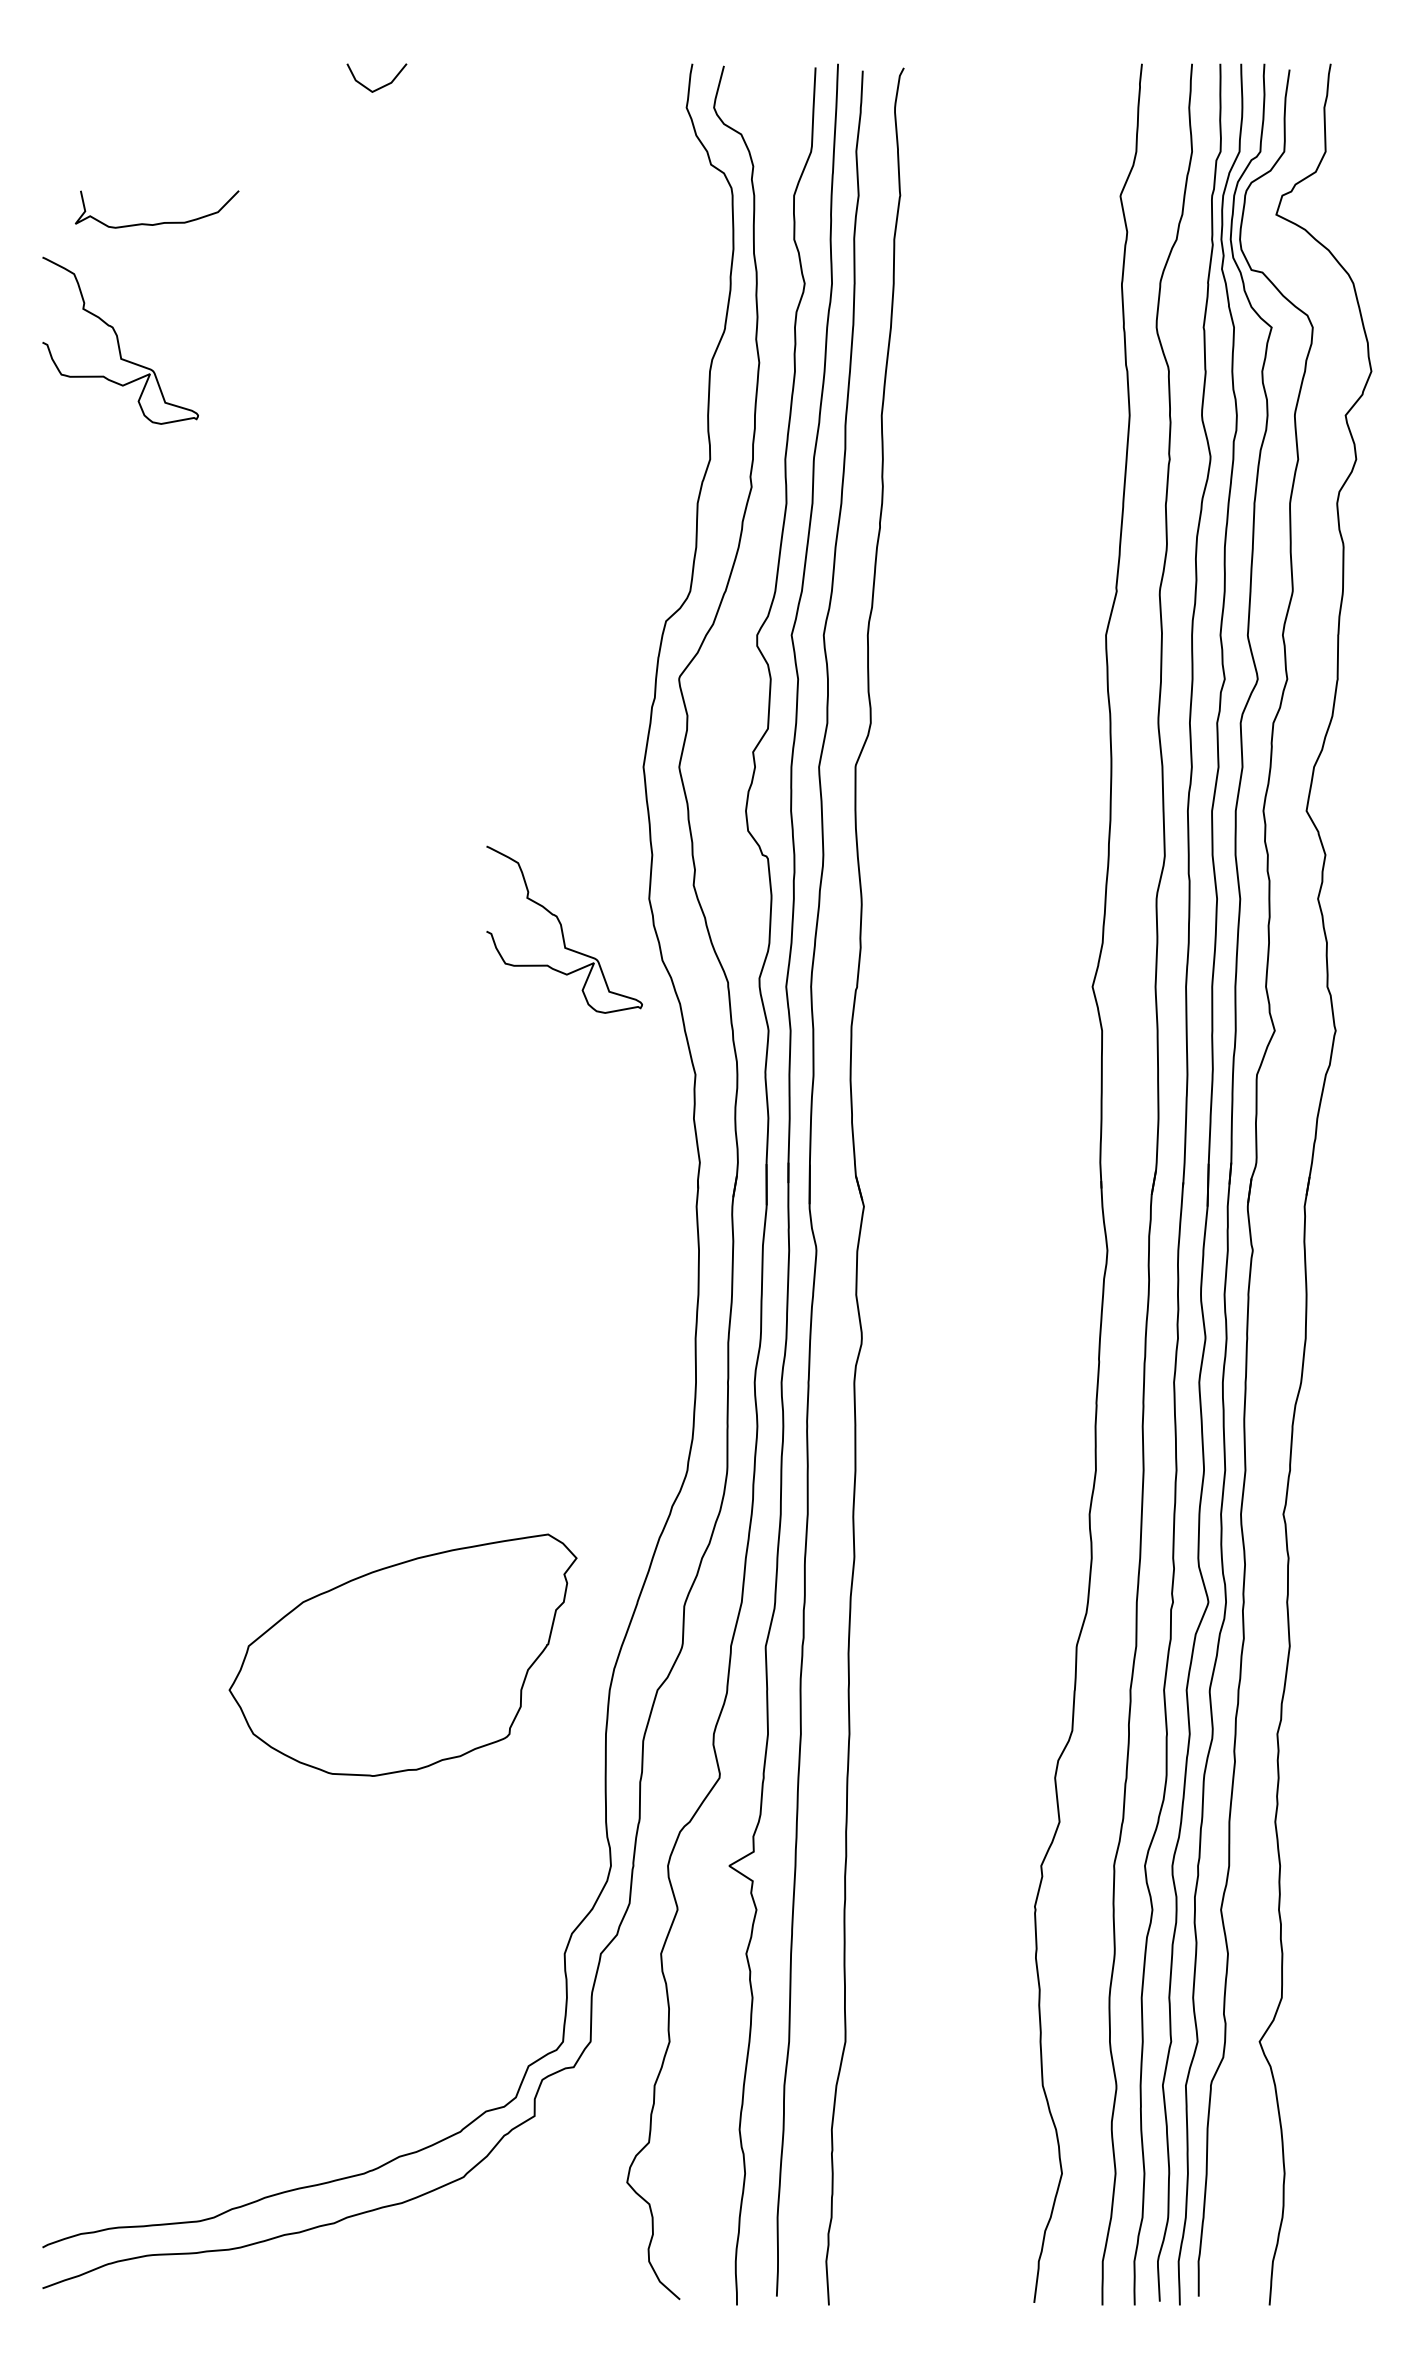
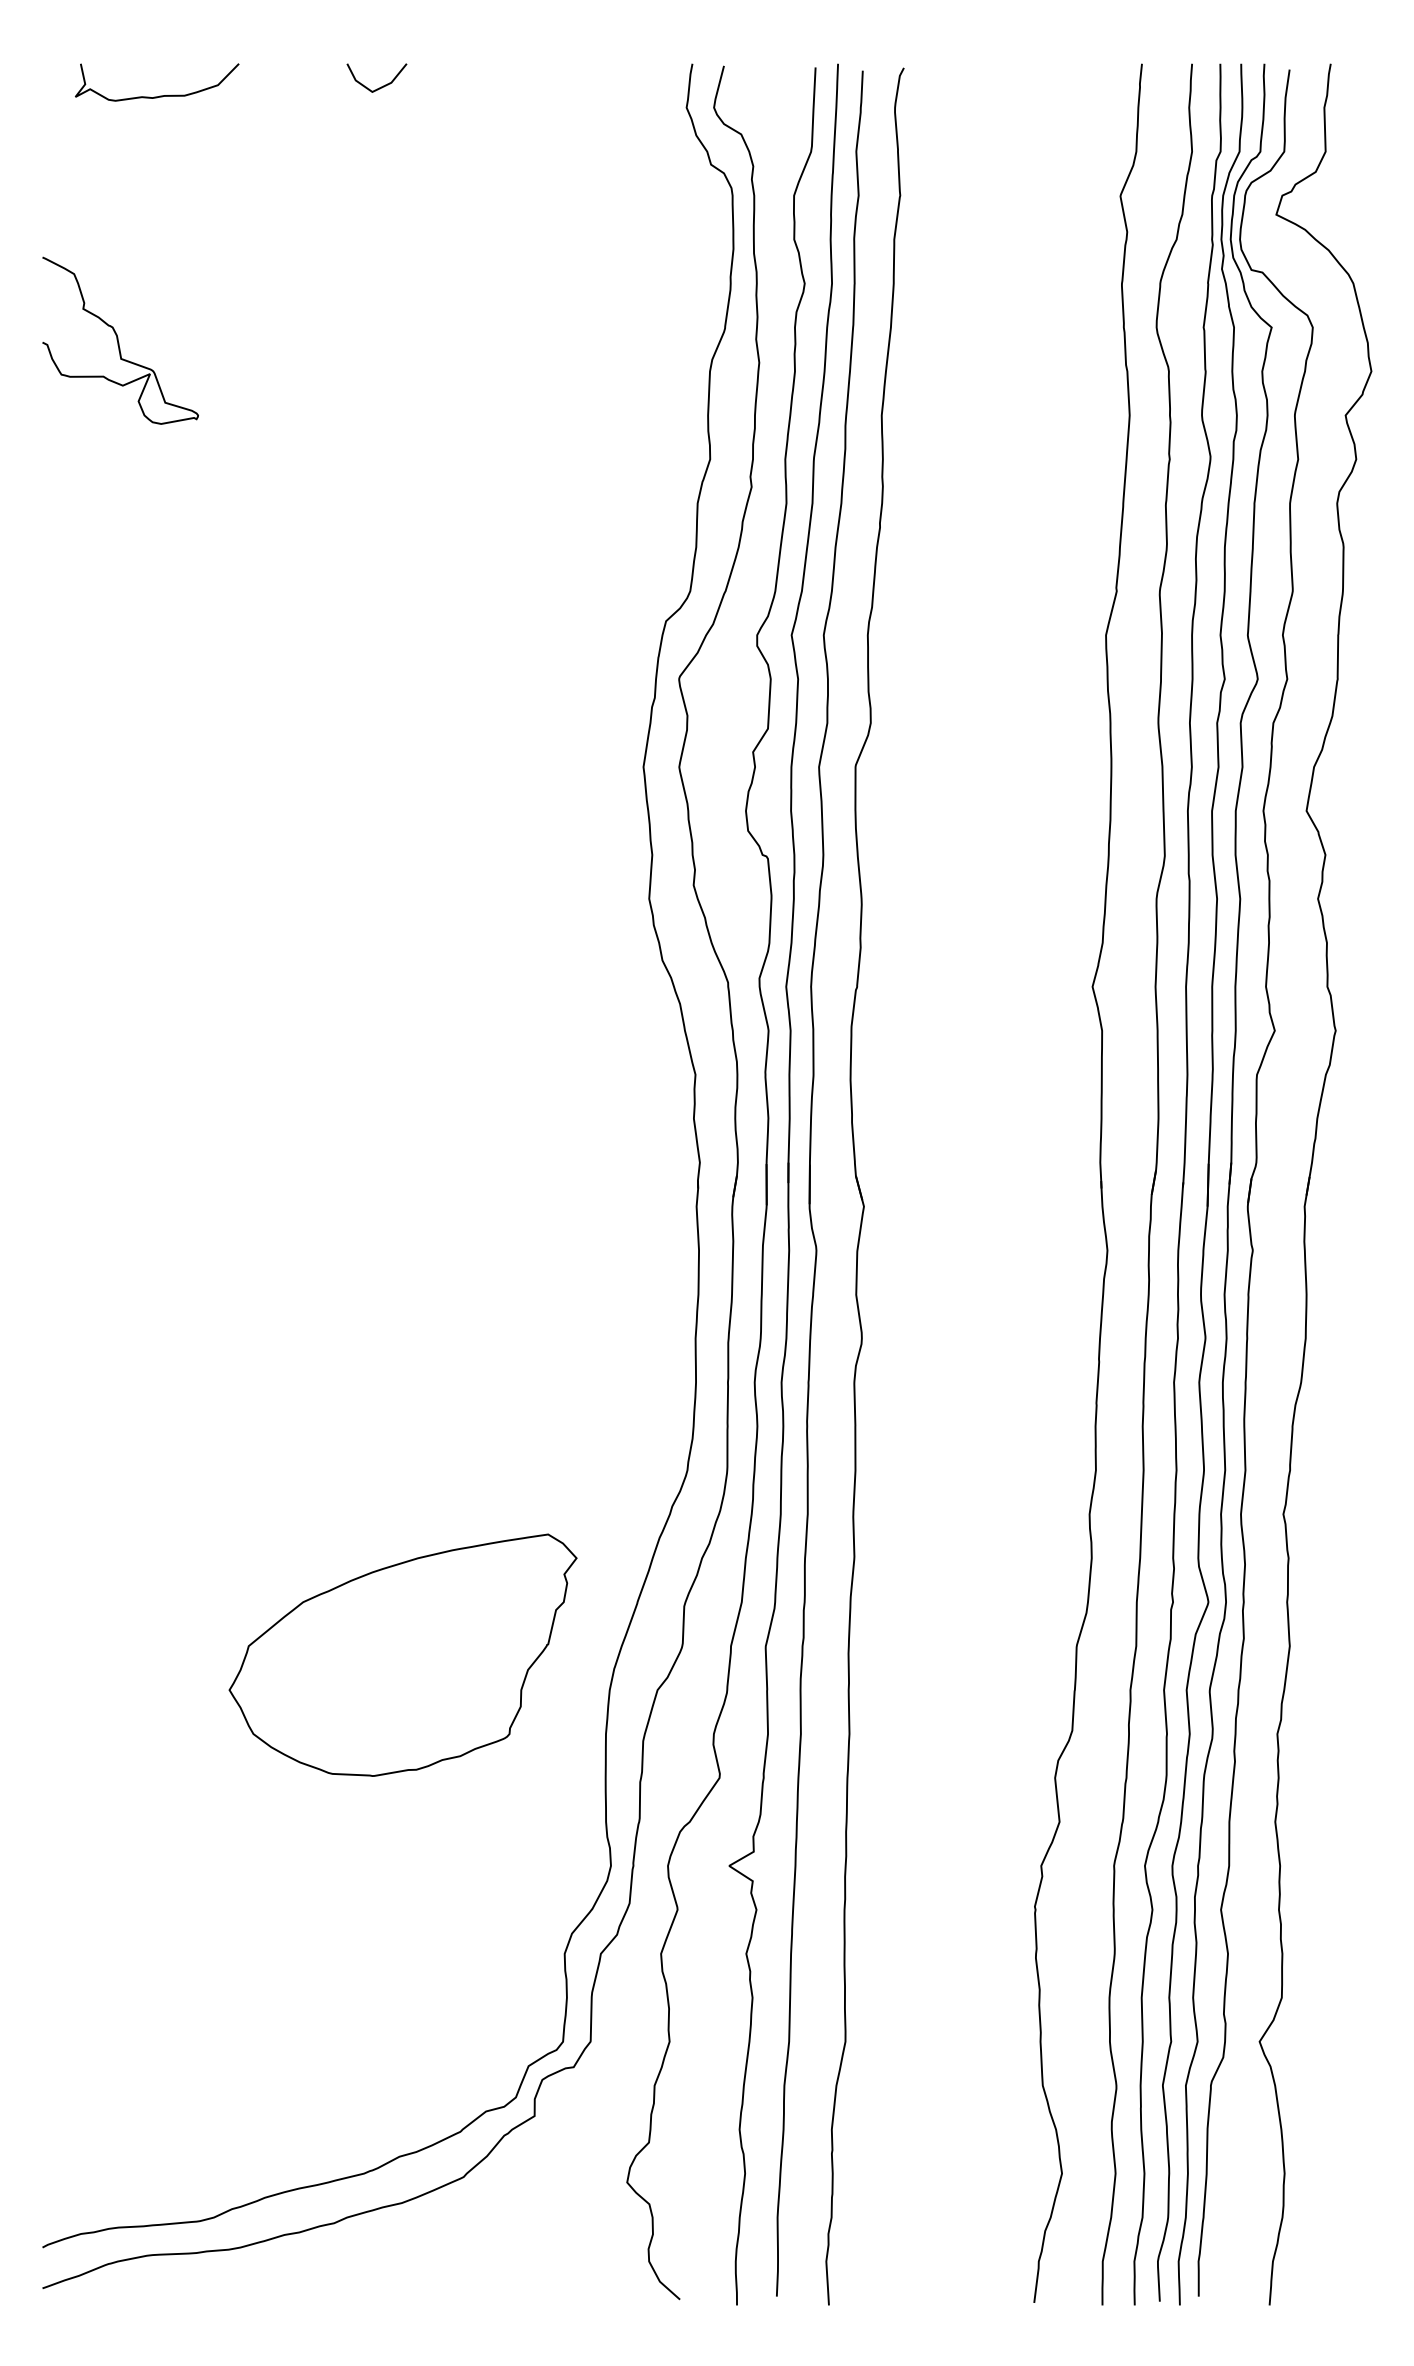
curve at (159, 222) position: (159, 222) -> (159, 95)
curve at (562, 929): present -> none
